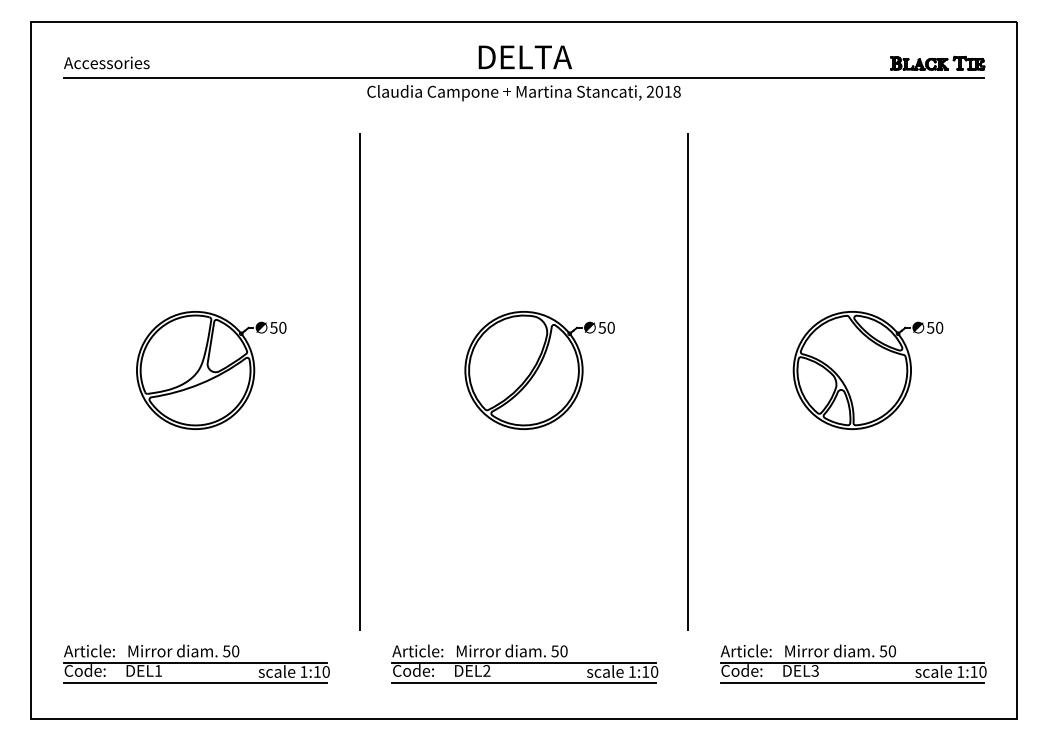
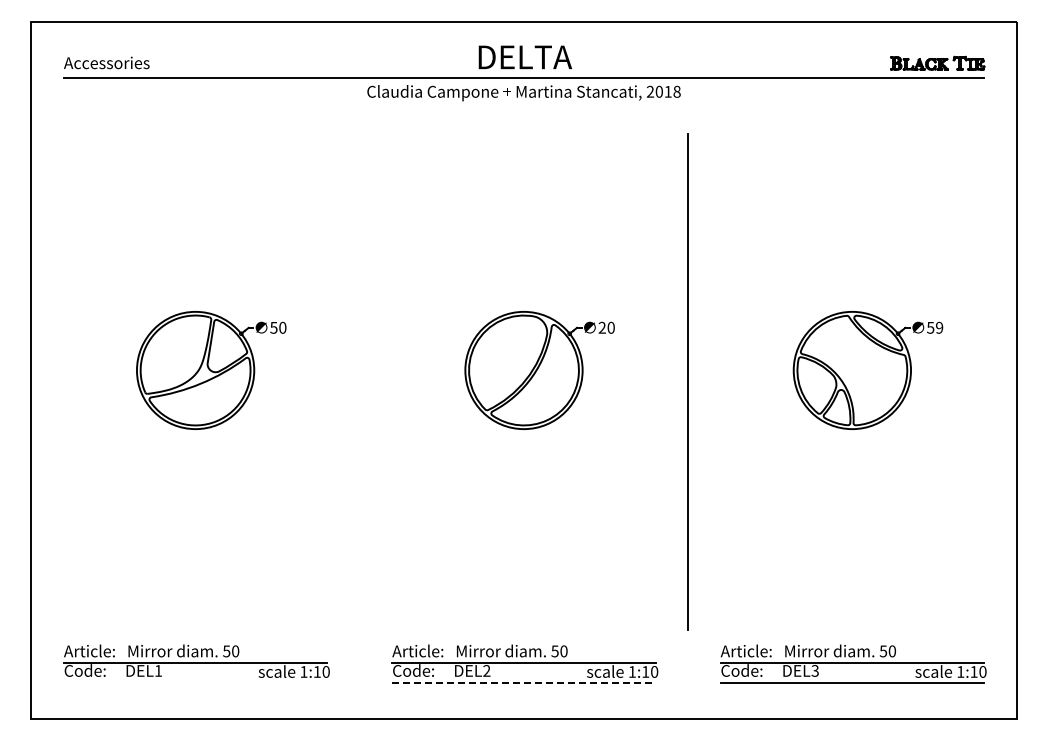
text at (601, 327): 50 -> 20
text at (939, 327): 50 -> 59
line at (359, 382): present -> none
line at (195, 682): present -> none
line at (523, 682): solid -> dashed
